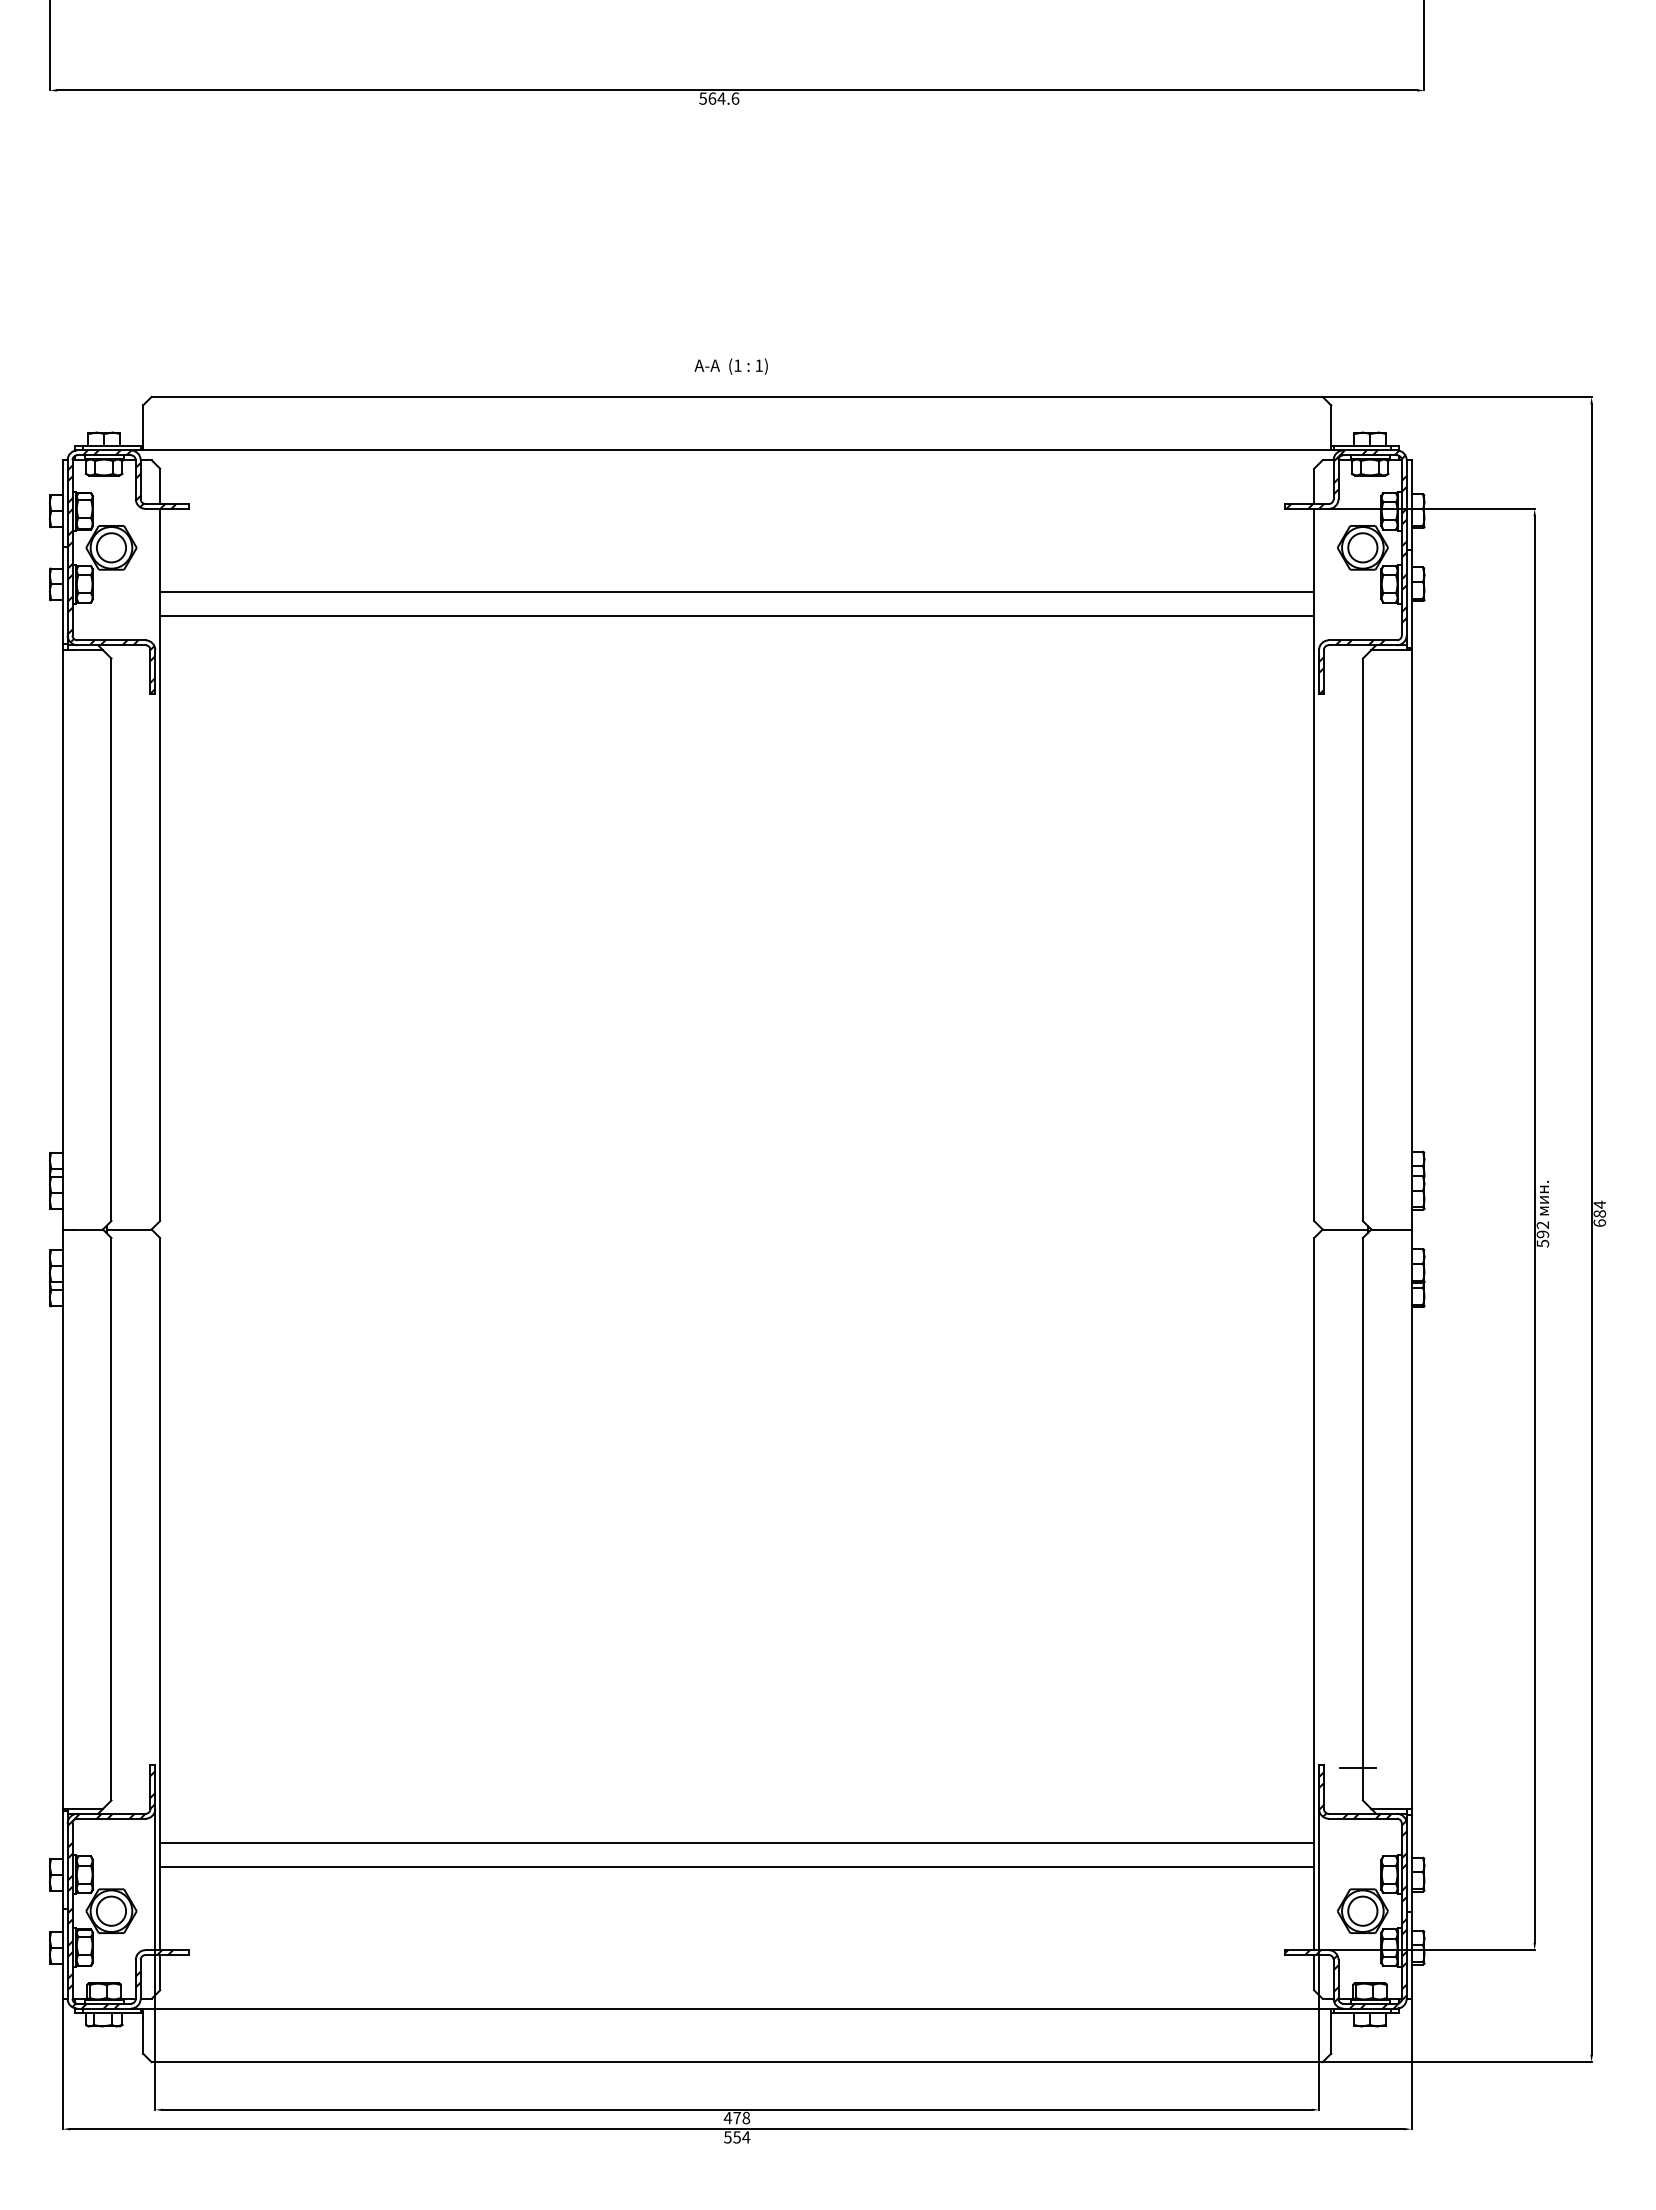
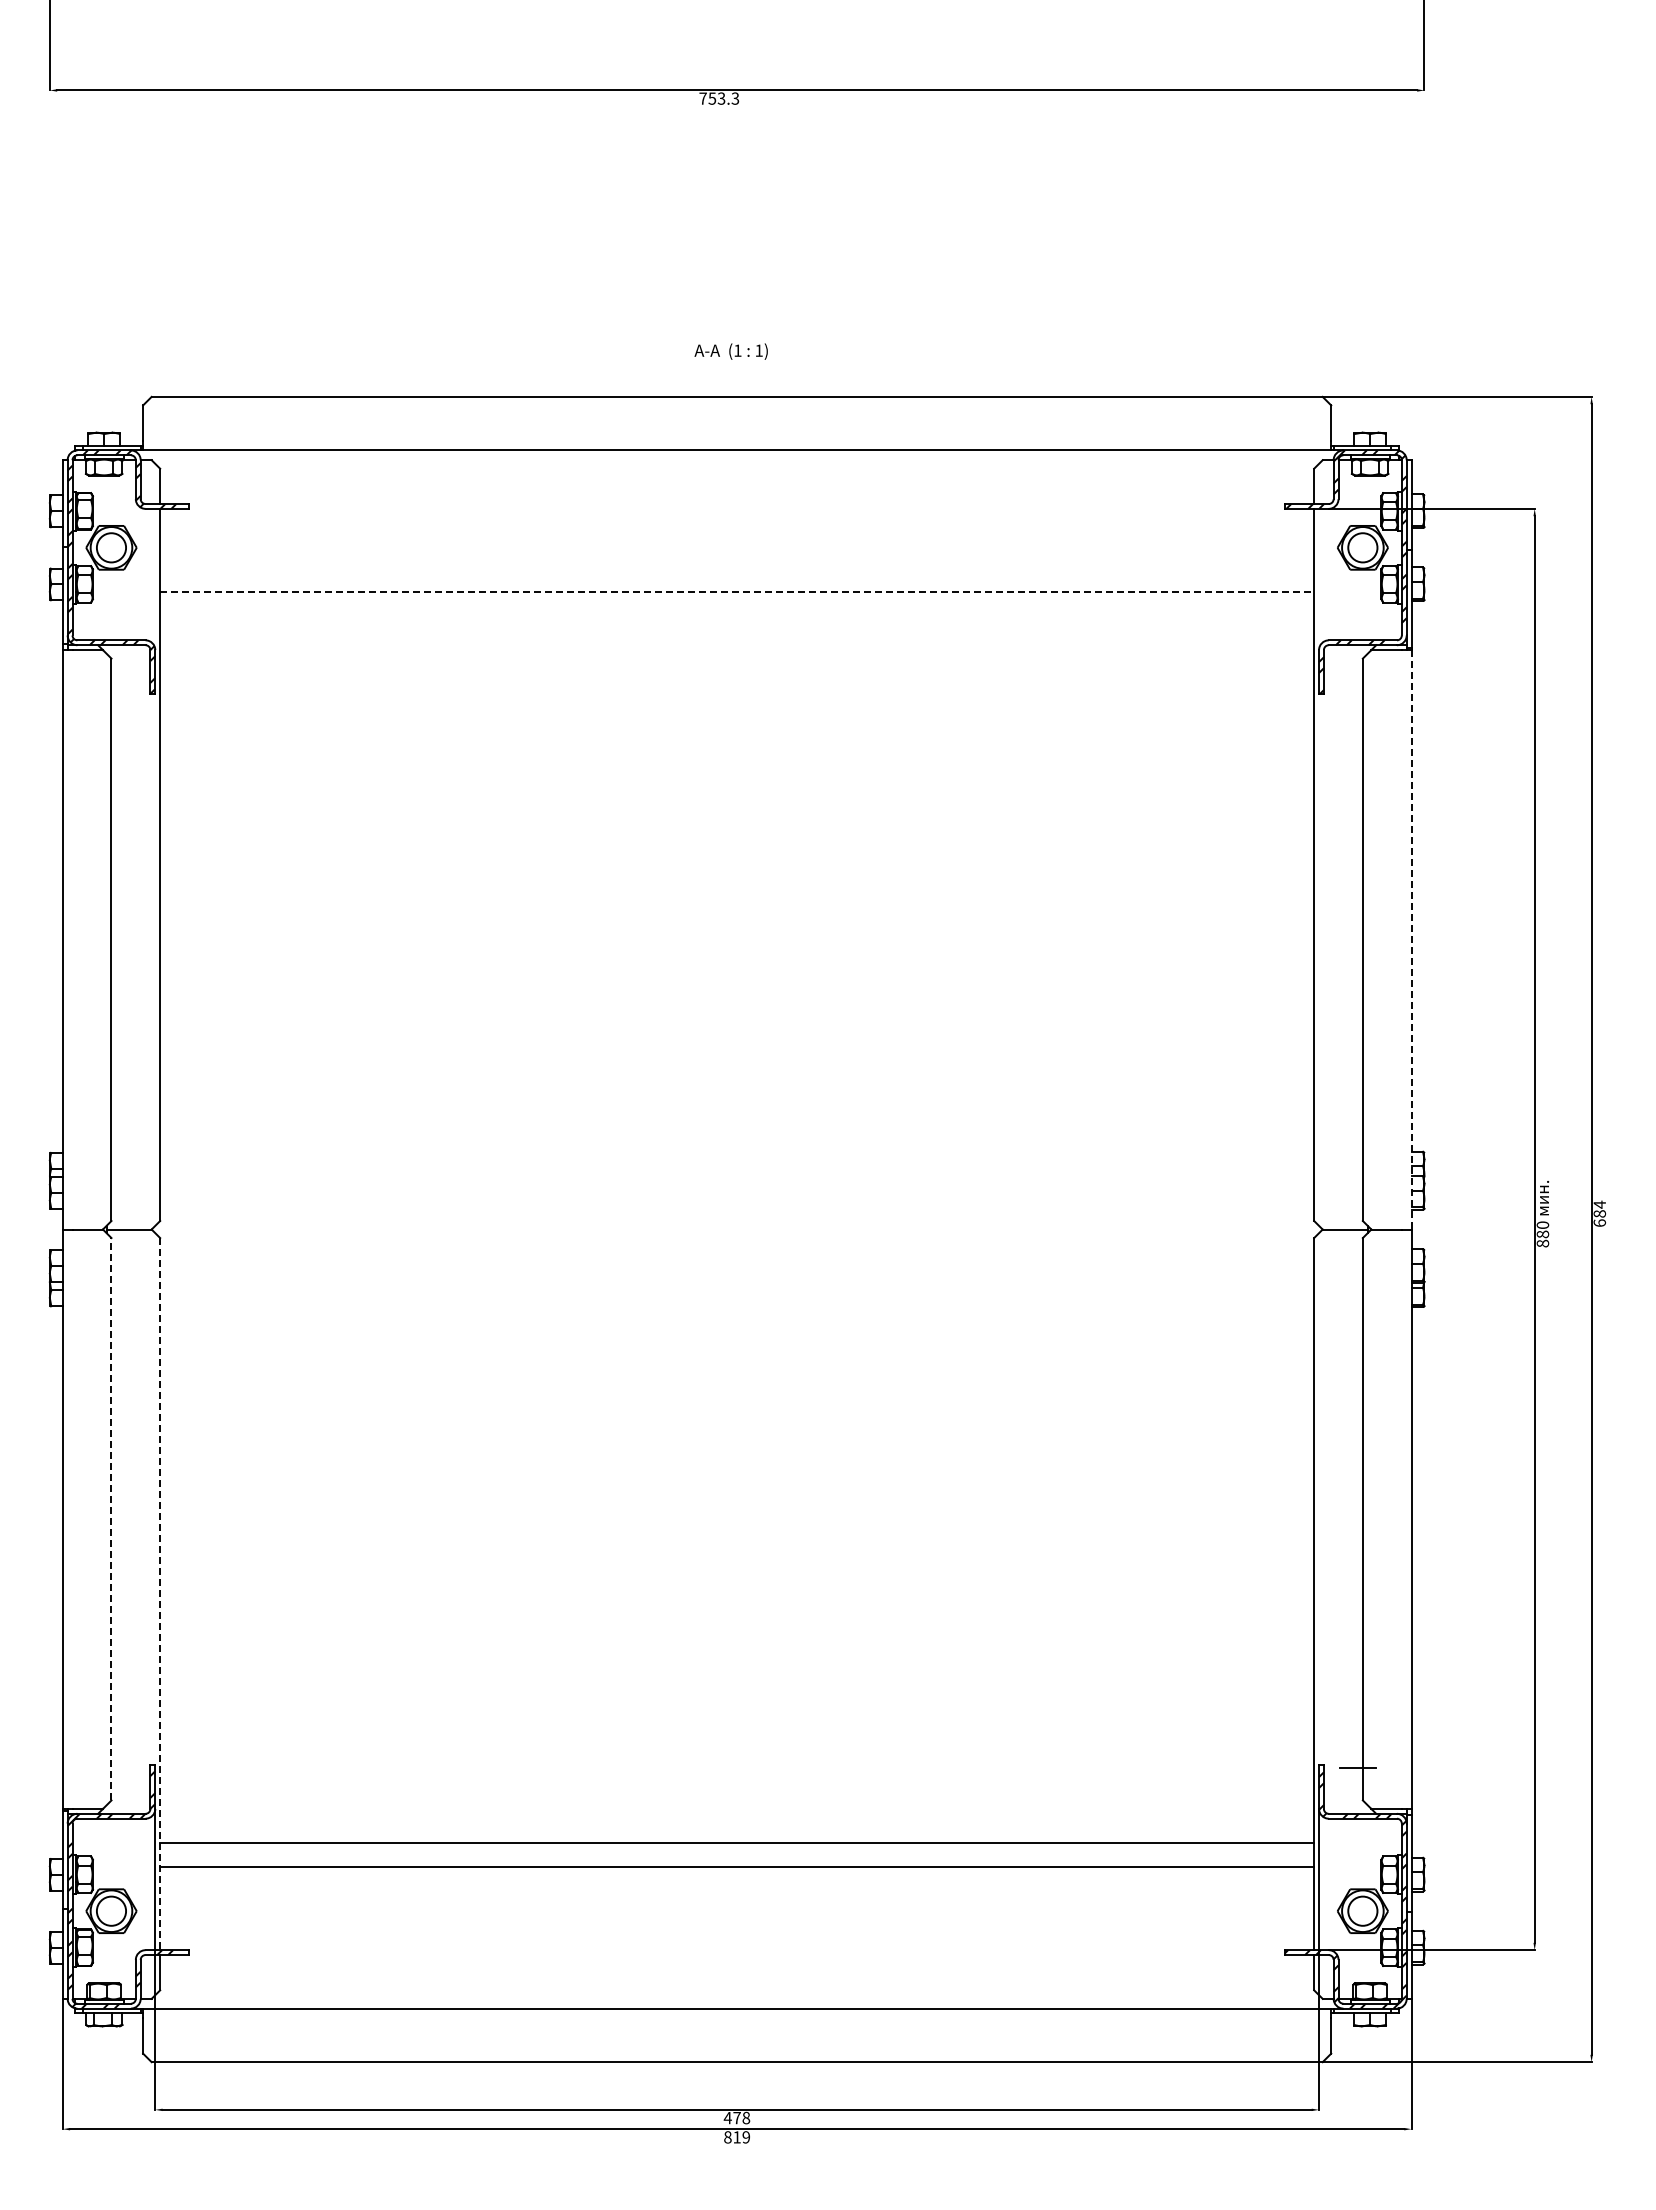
text at (719, 98): 564.6 -> 753.3
text at (730, 366) position: (730, 366) -> (730, 351)
line at (737, 591): solid -> dashed
line at (737, 616): present -> none
line at (1411, 939): solid -> dashed
text at (1542, 1234): 592 -> 880
line at (111, 1518): solid -> dashed
line at (160, 1594): solid -> dashed
text at (737, 2137): 554 -> 819
